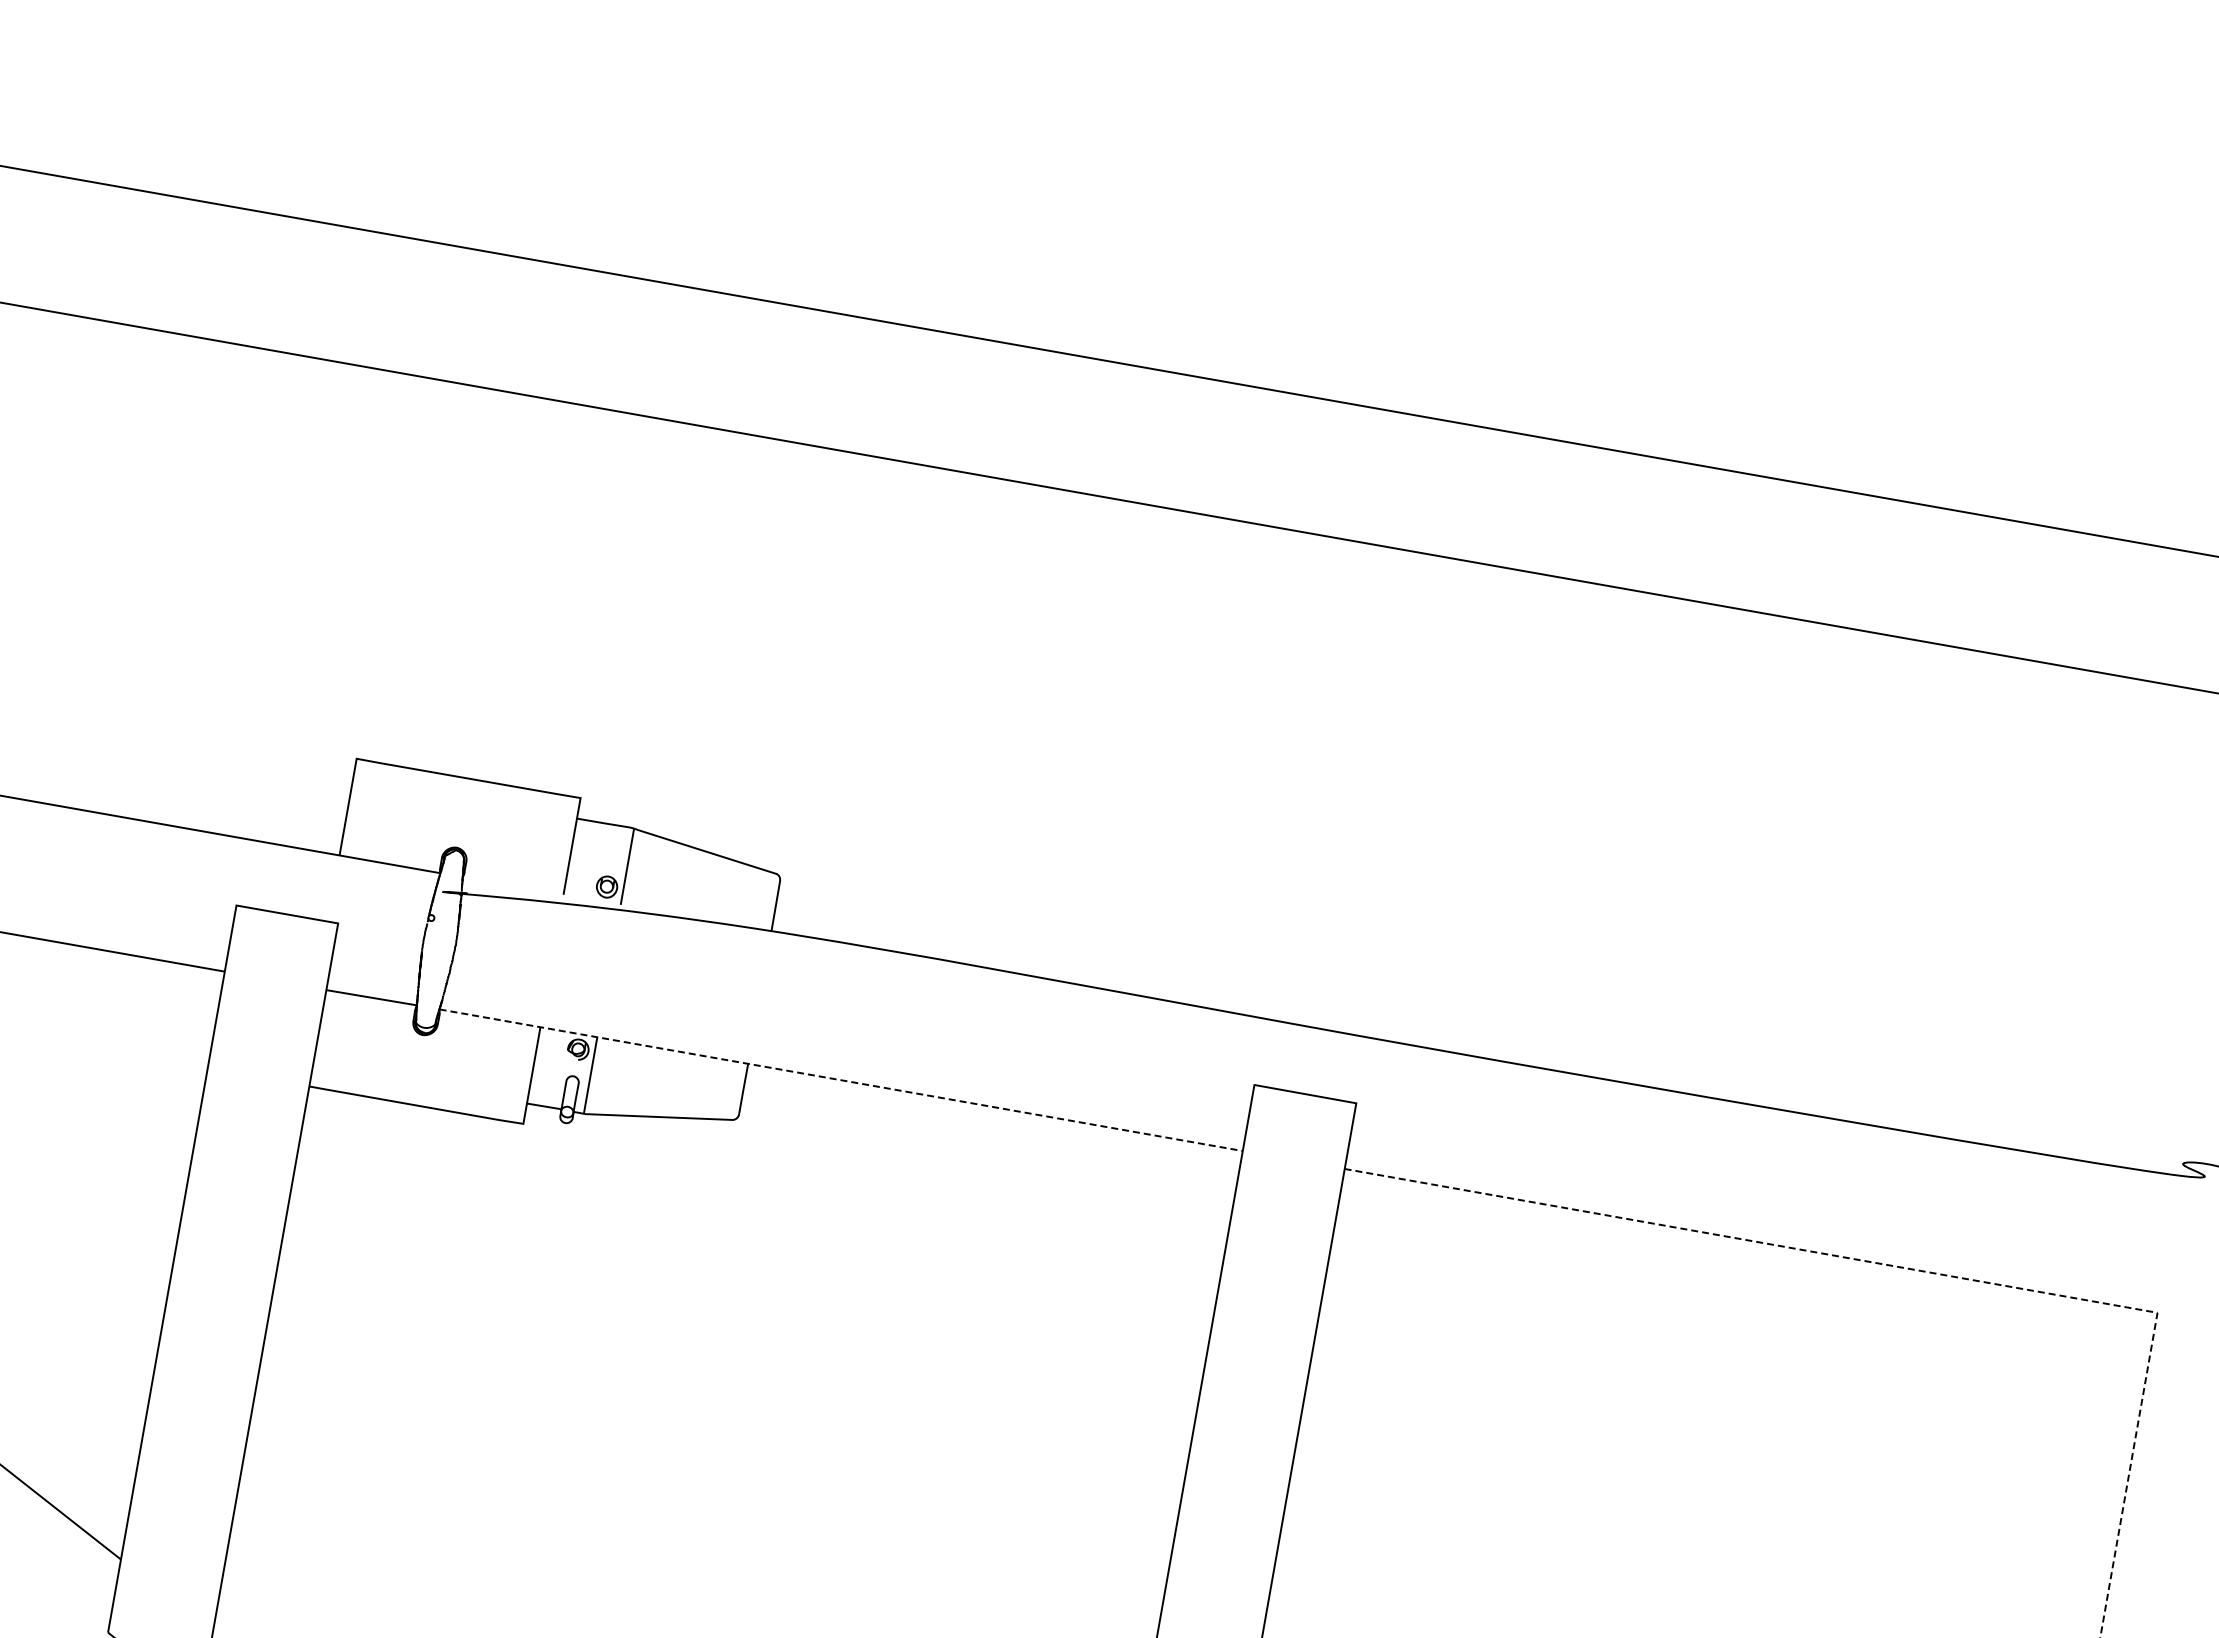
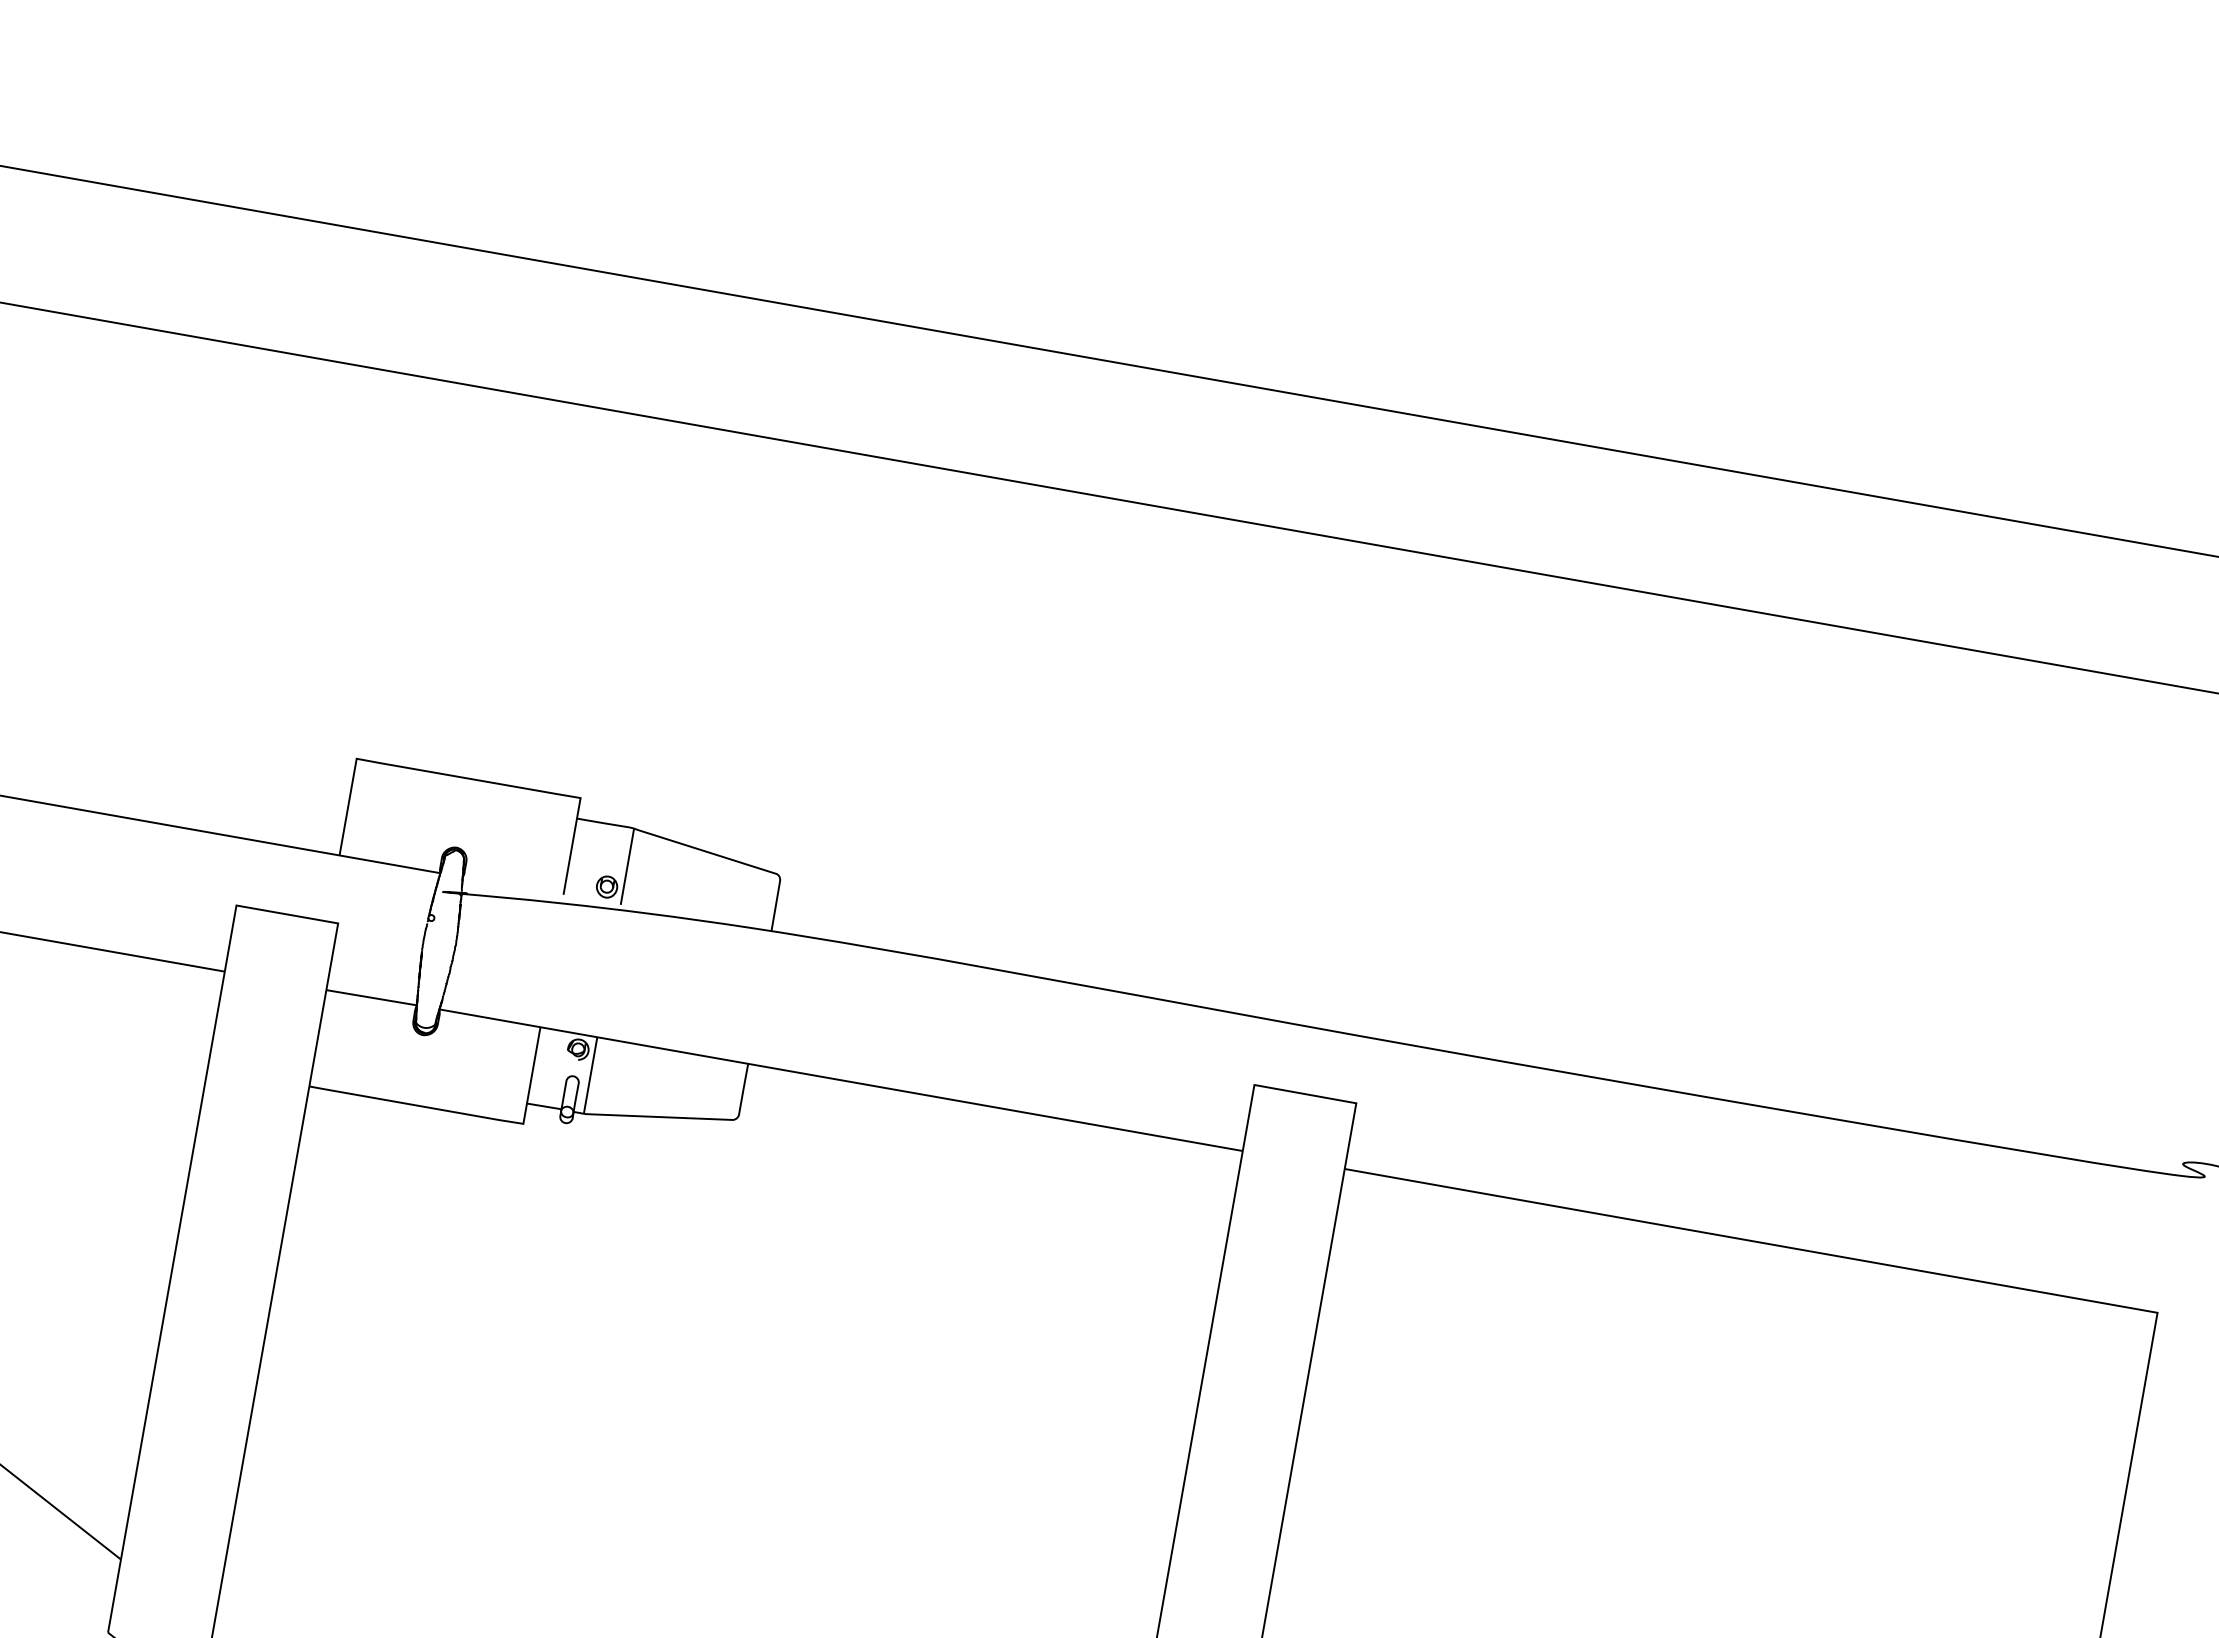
line at (841, 1080): dashed -> solid
line at (1914, 1269): dashed -> solid
